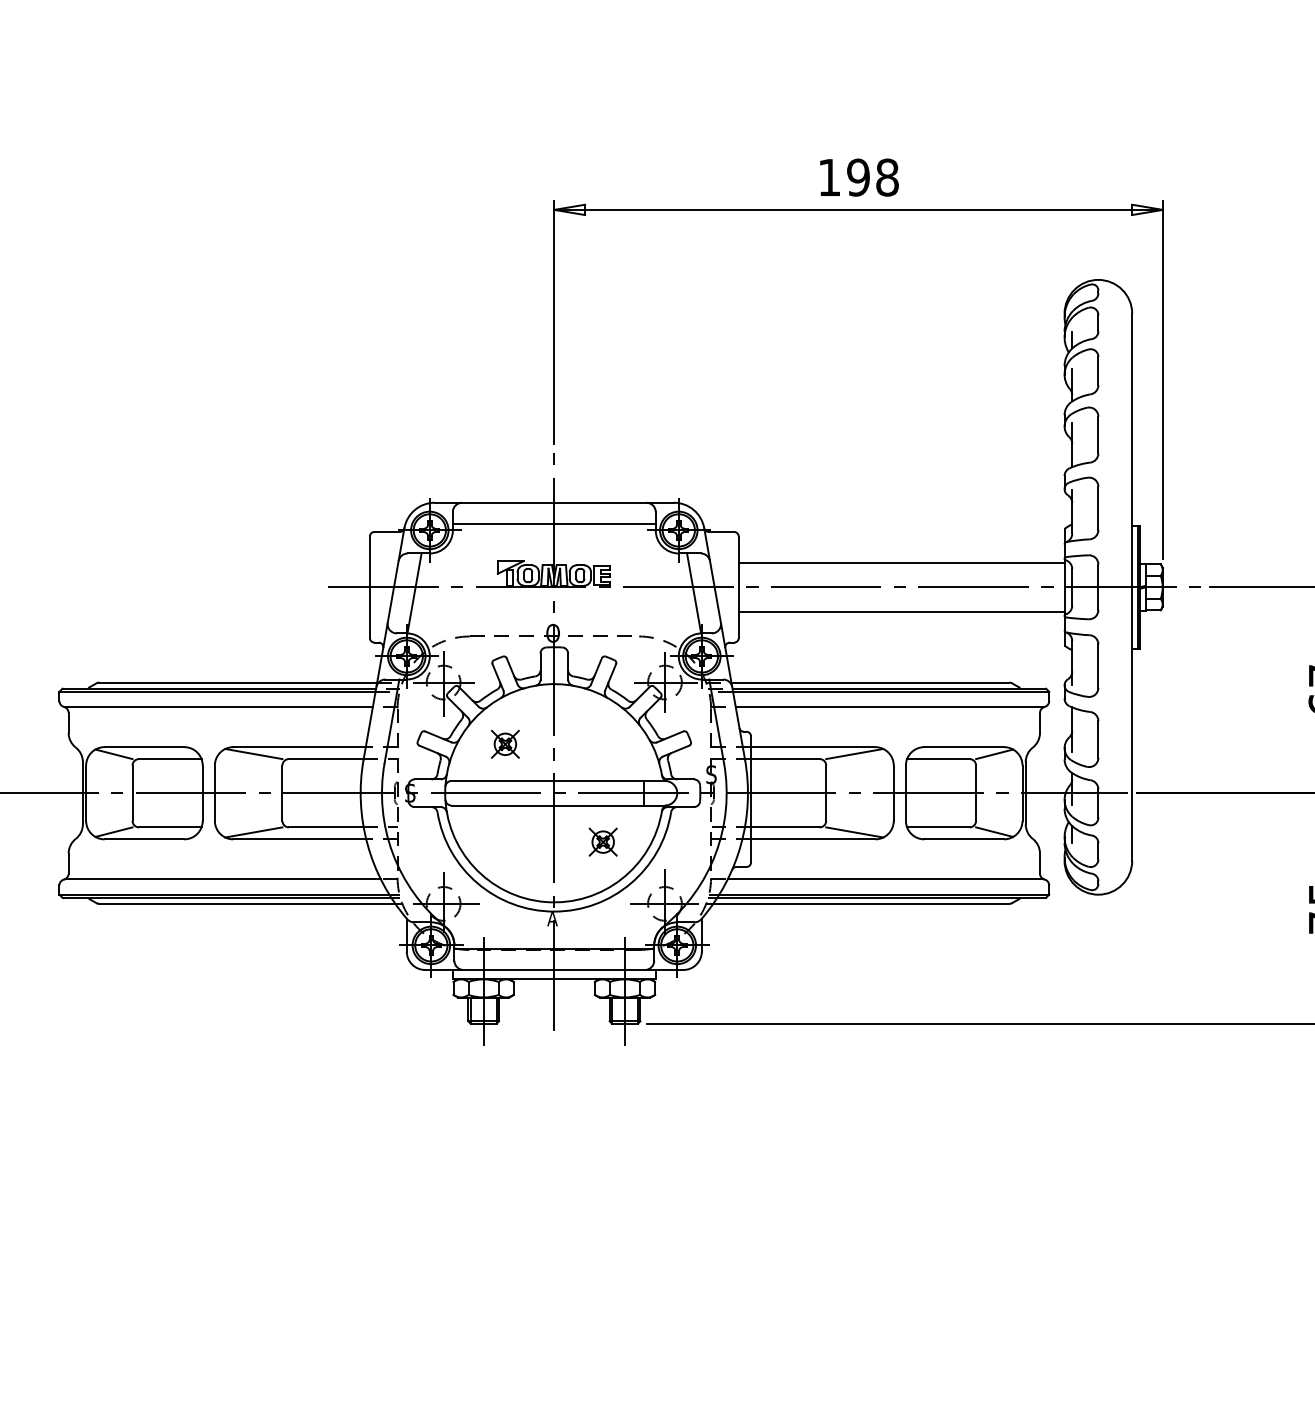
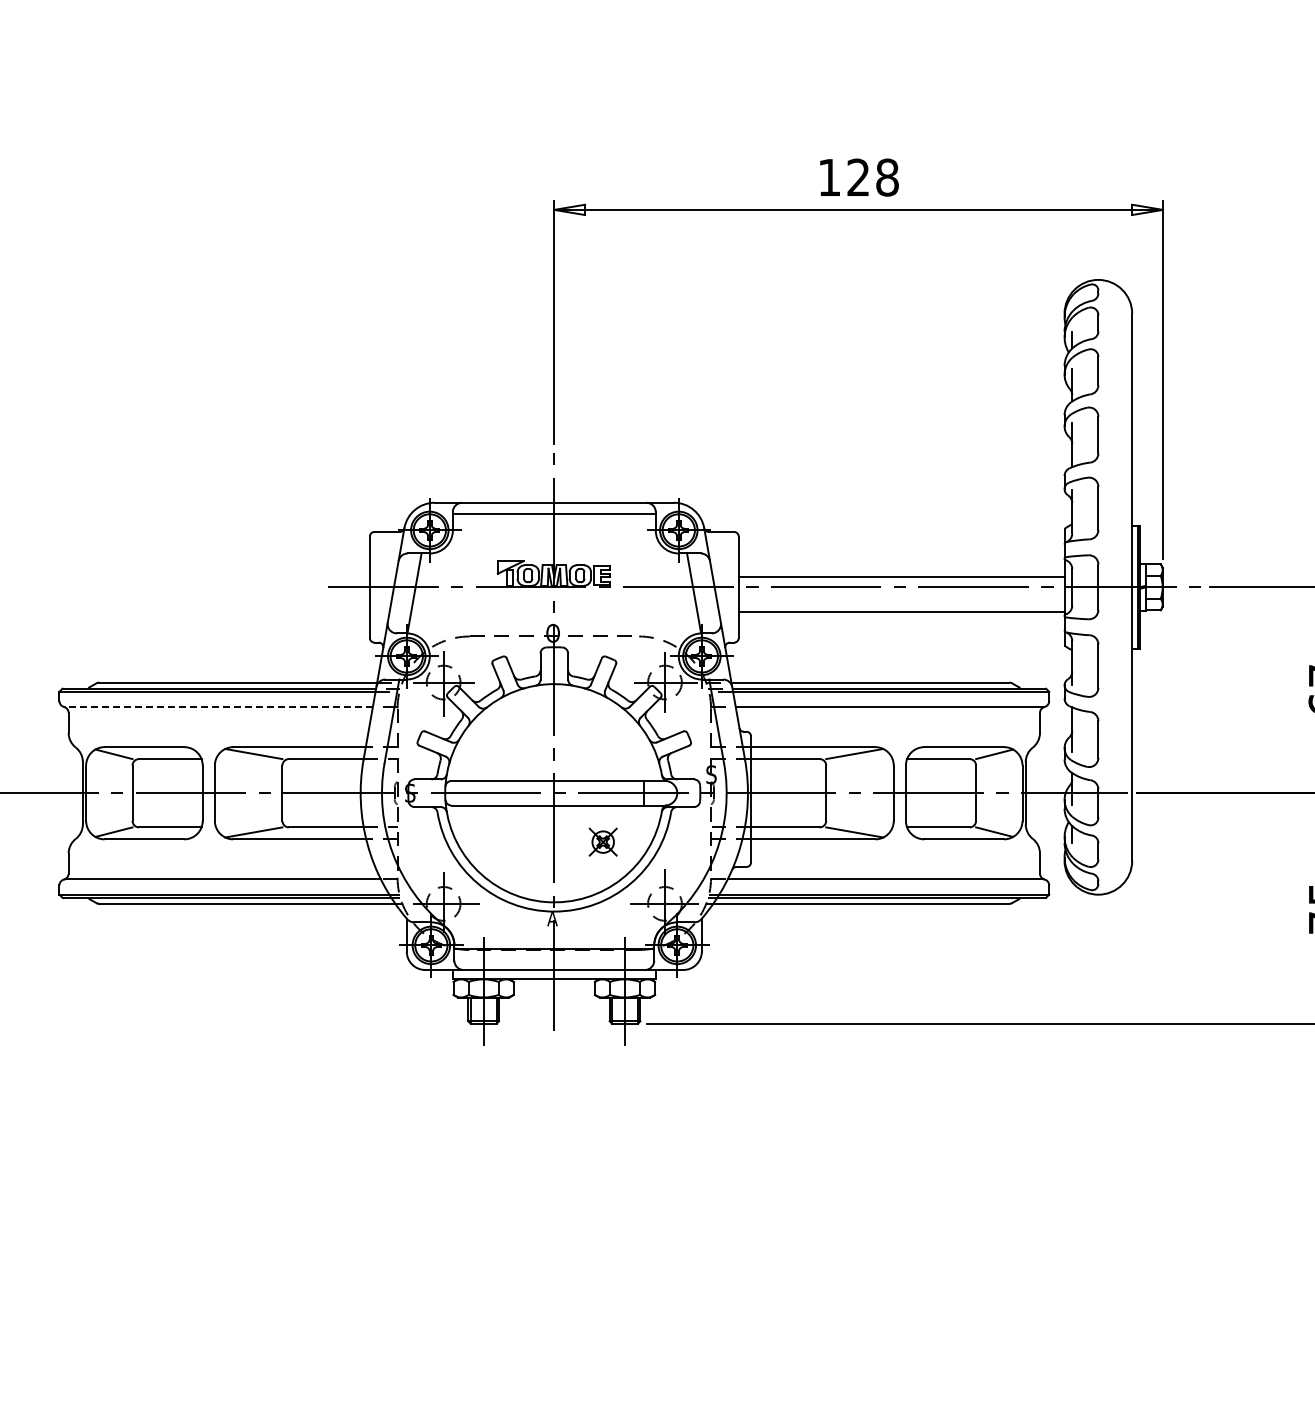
text at (858, 177): 198 -> 128
line at (553, 524) position: (553, 524) -> (553, 514)
line at (901, 562) position: (901, 562) -> (901, 576)
line at (219, 707): solid -> dashed
part at (504, 743): present -> none
